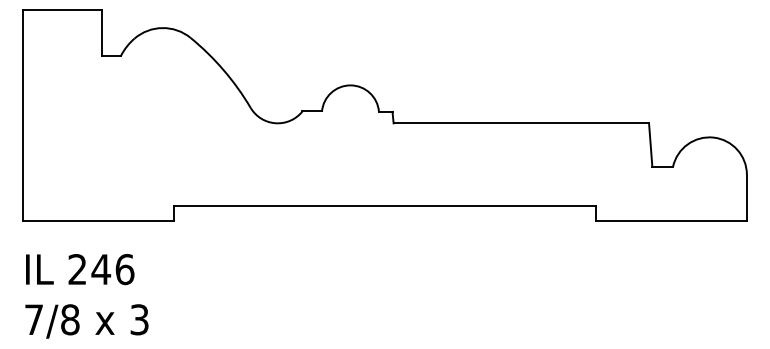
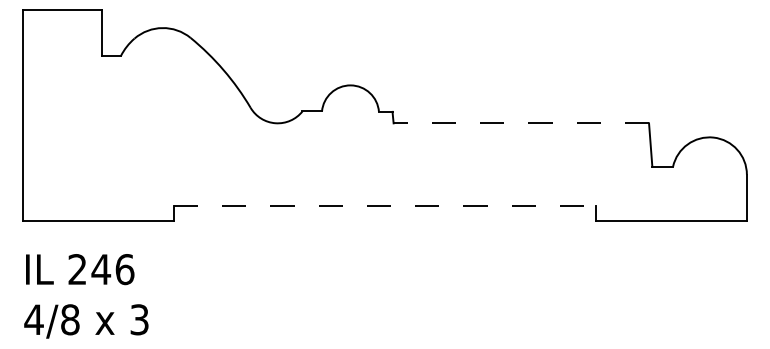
line at (521, 123): solid -> dashed
line at (385, 206): solid -> dashed
text at (33, 319): 7/8 -> 4/8
